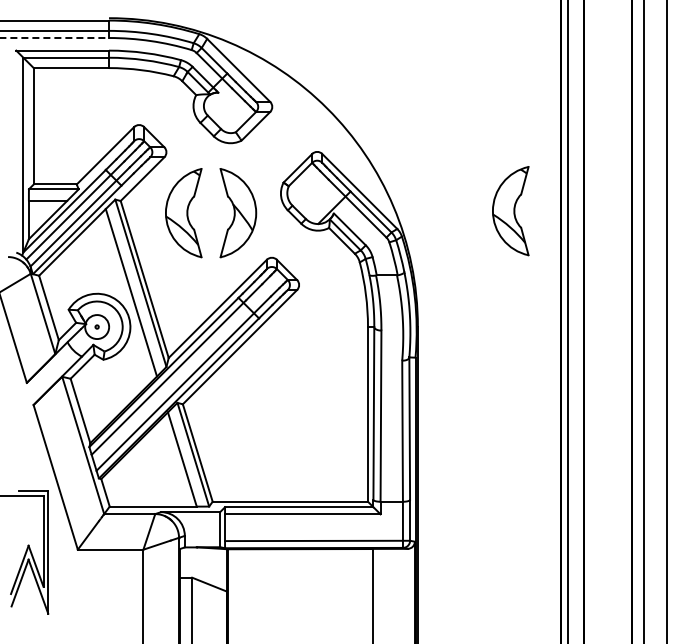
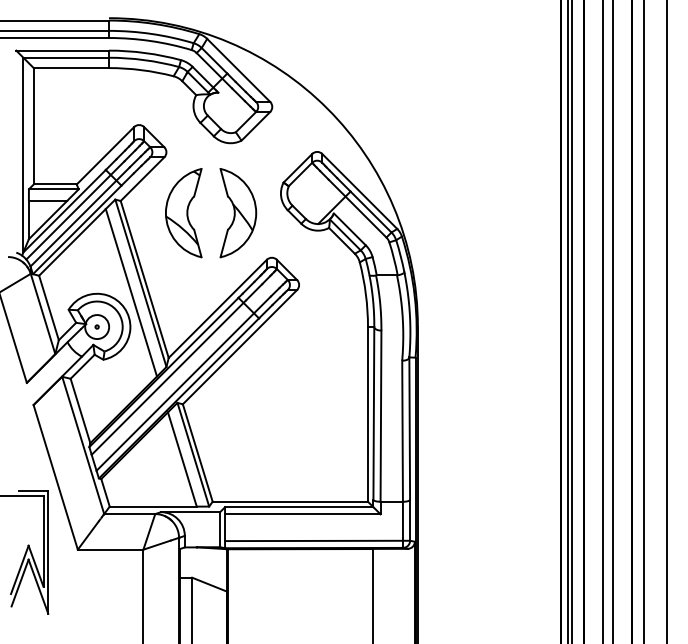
line at (55, 38): dashed -> solid
part at (510, 211): present -> none
line at (571, 321): none -> present
line at (602, 321): none -> present
line at (613, 321): none -> present
